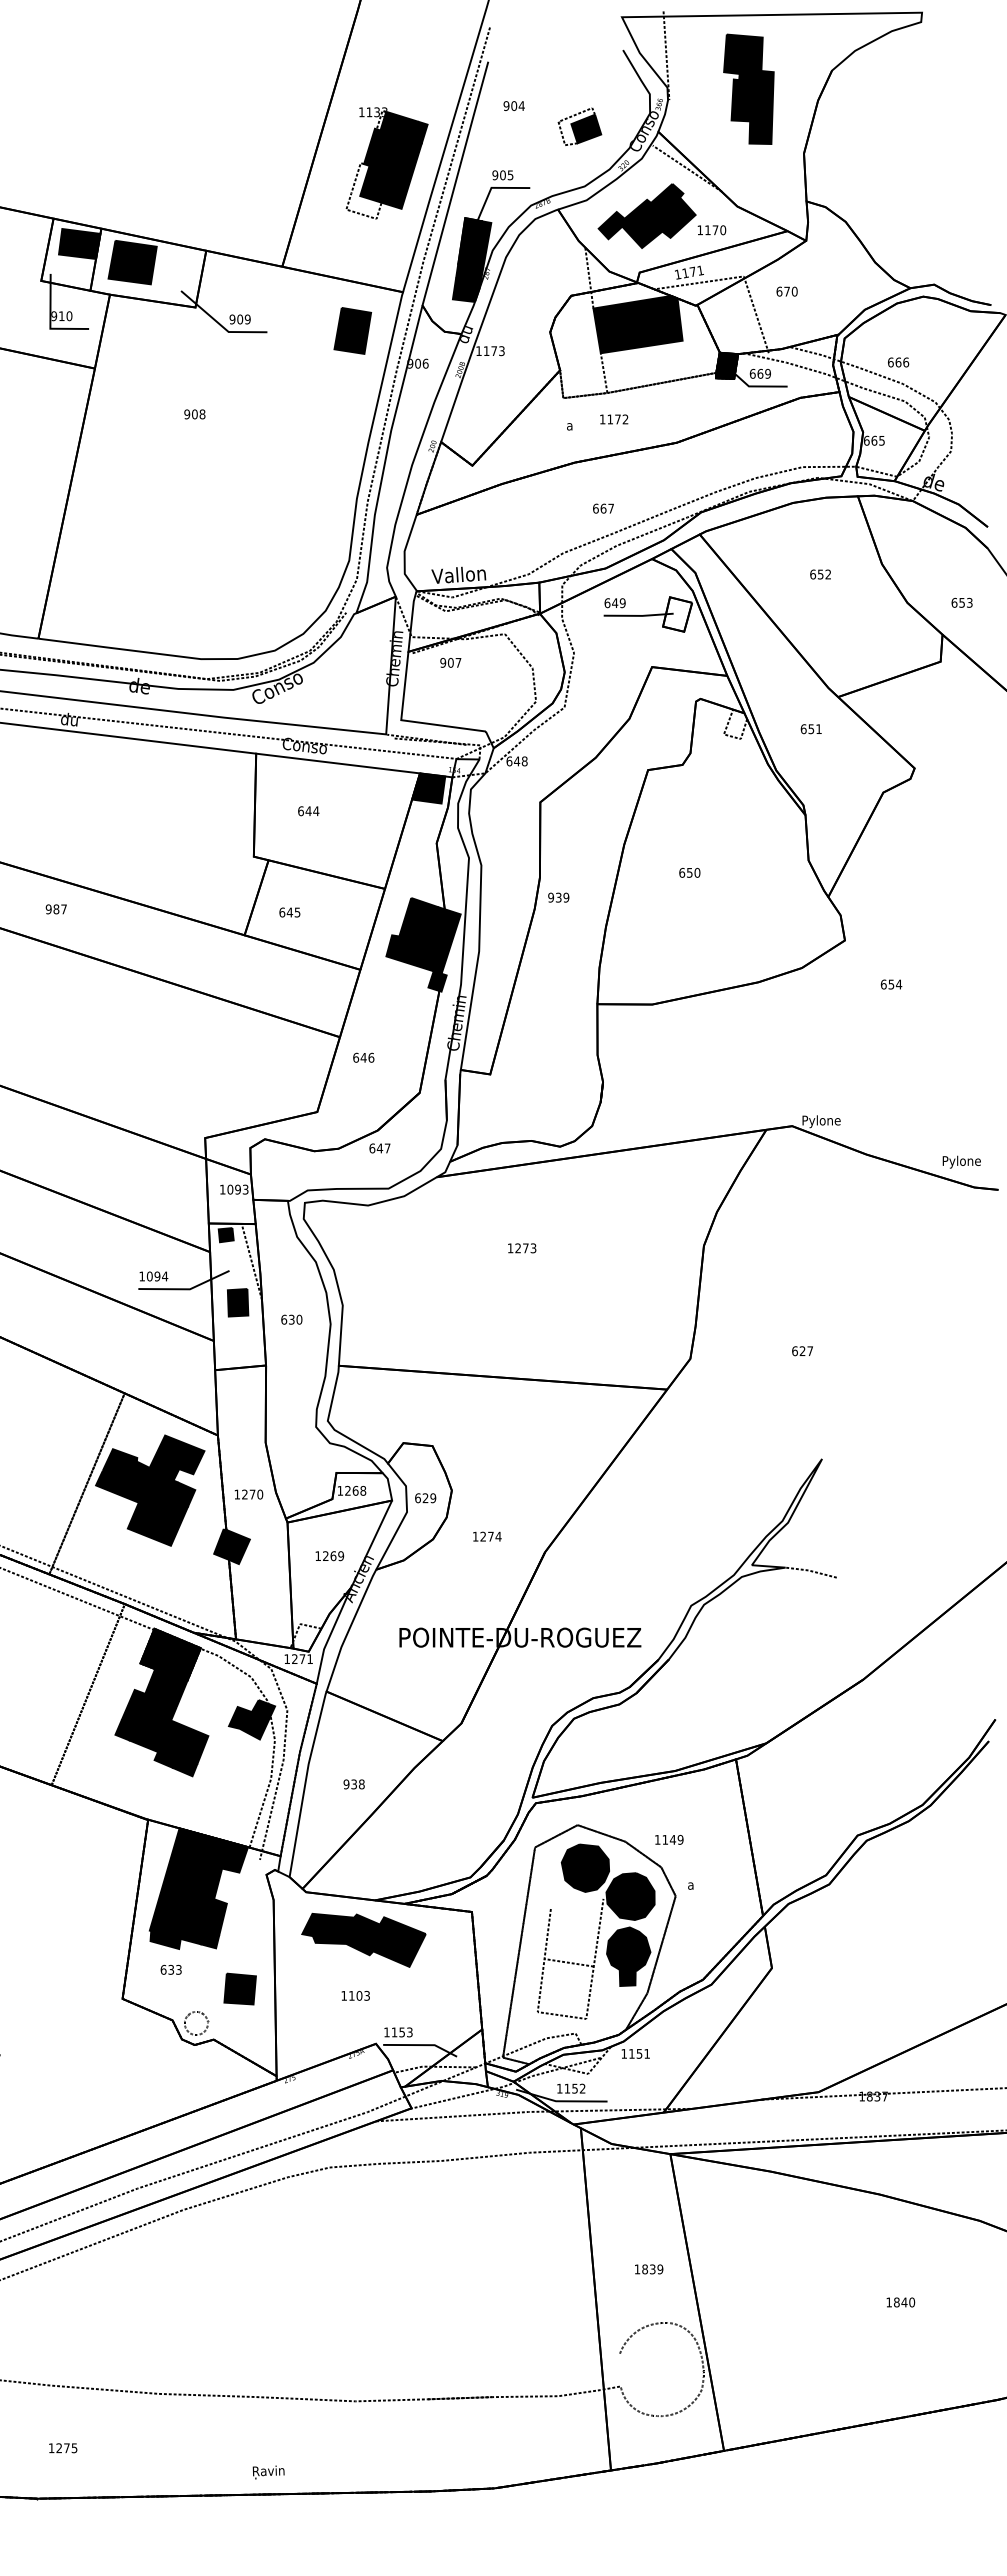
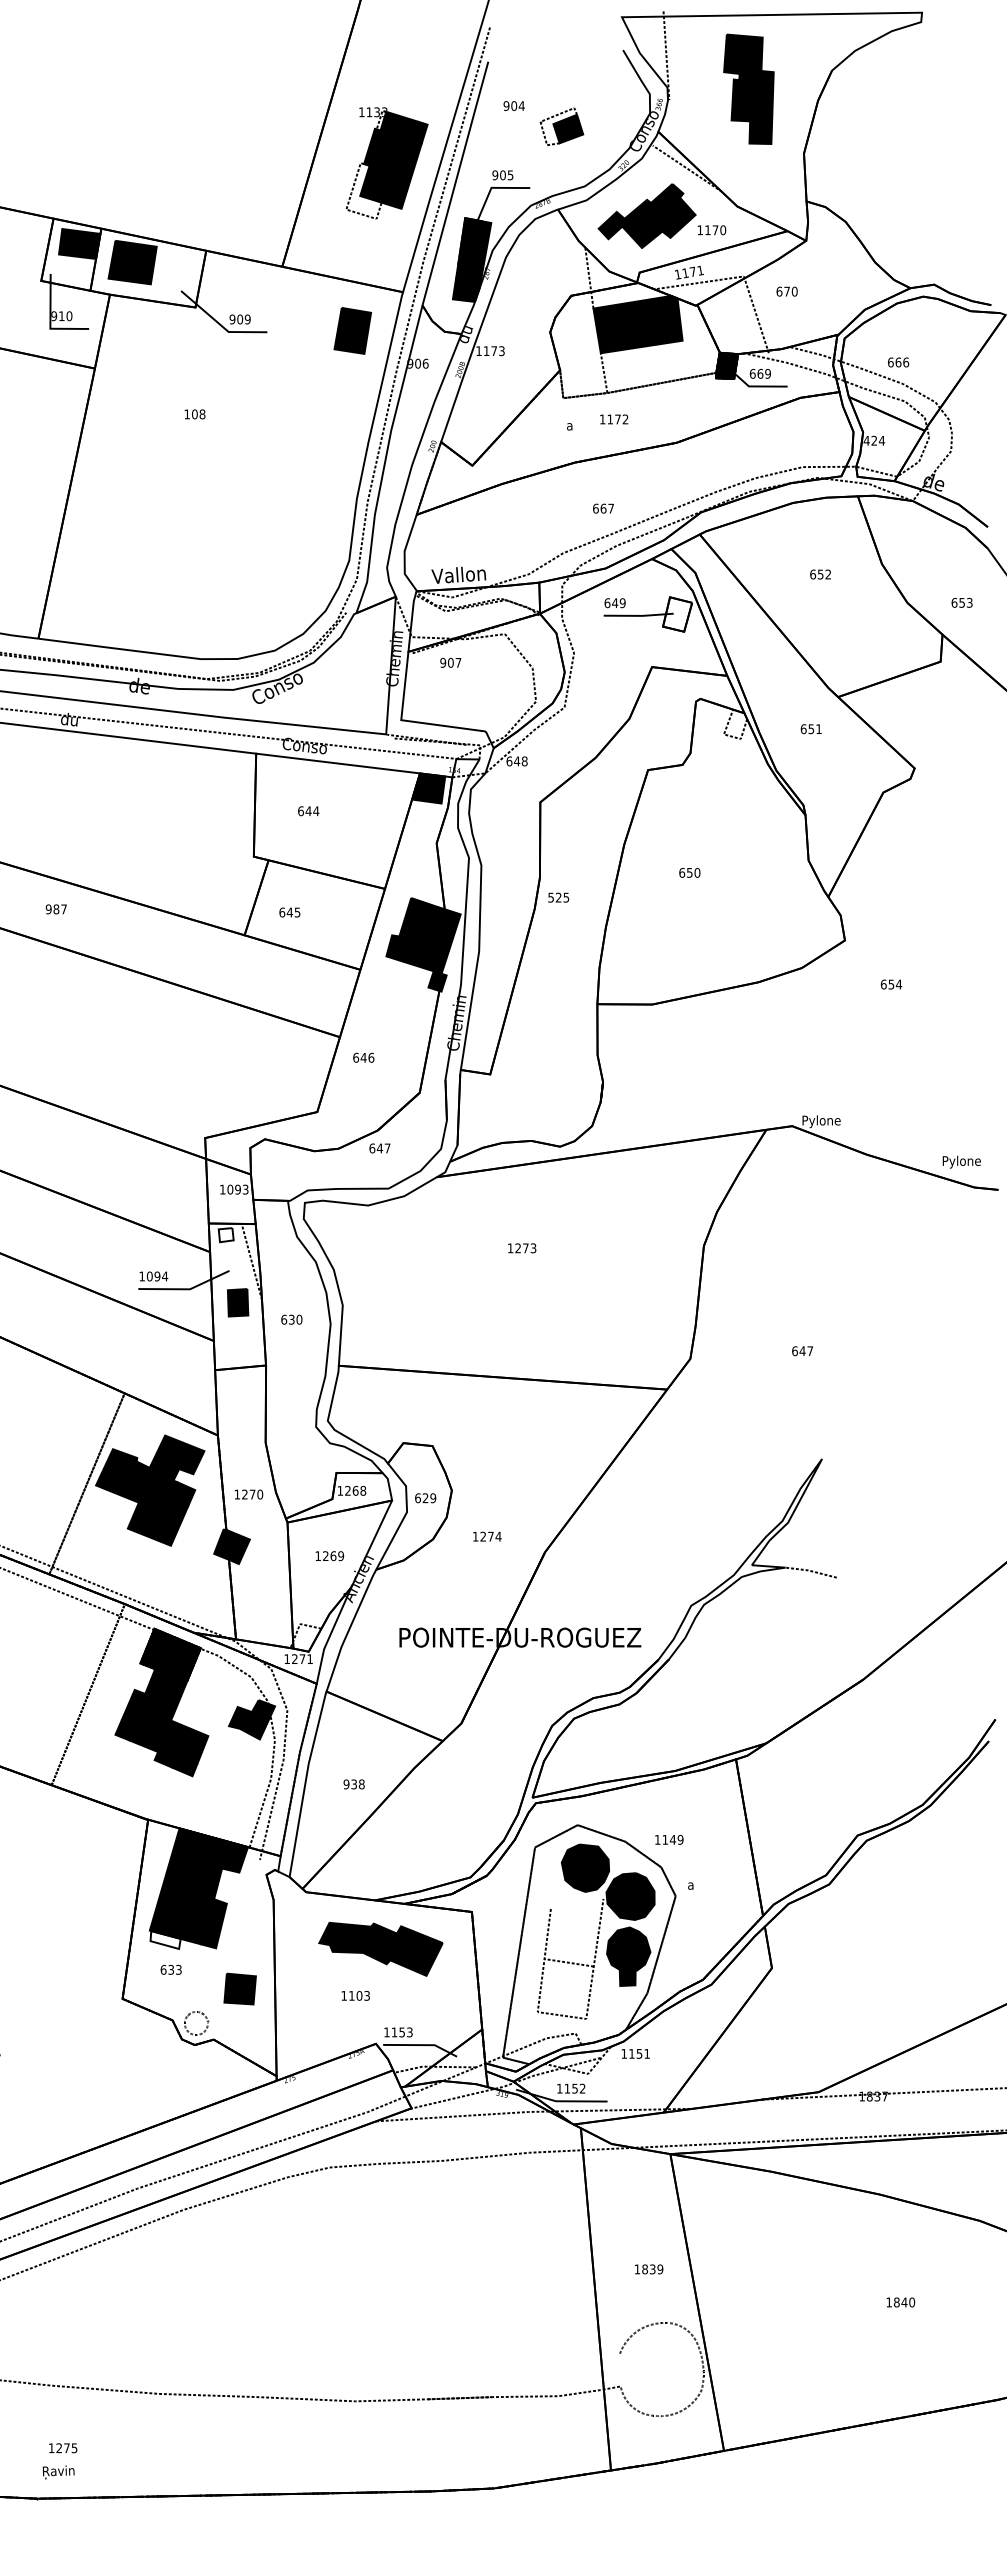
part at (579, 126) position: (579, 126) -> (561, 126)
text at (187, 414): 908 -> 108
text at (874, 440): 665 -> 424
text at (558, 897): 939 -> 525
fill at (225, 1235): present -> none
text at (802, 1350): 627 -> 647
part at (363, 1939) position: (363, 1939) -> (380, 1948)
fill at (165, 1940): present -> none
part at (268, 2472) position: (268, 2472) -> (58, 2472)
